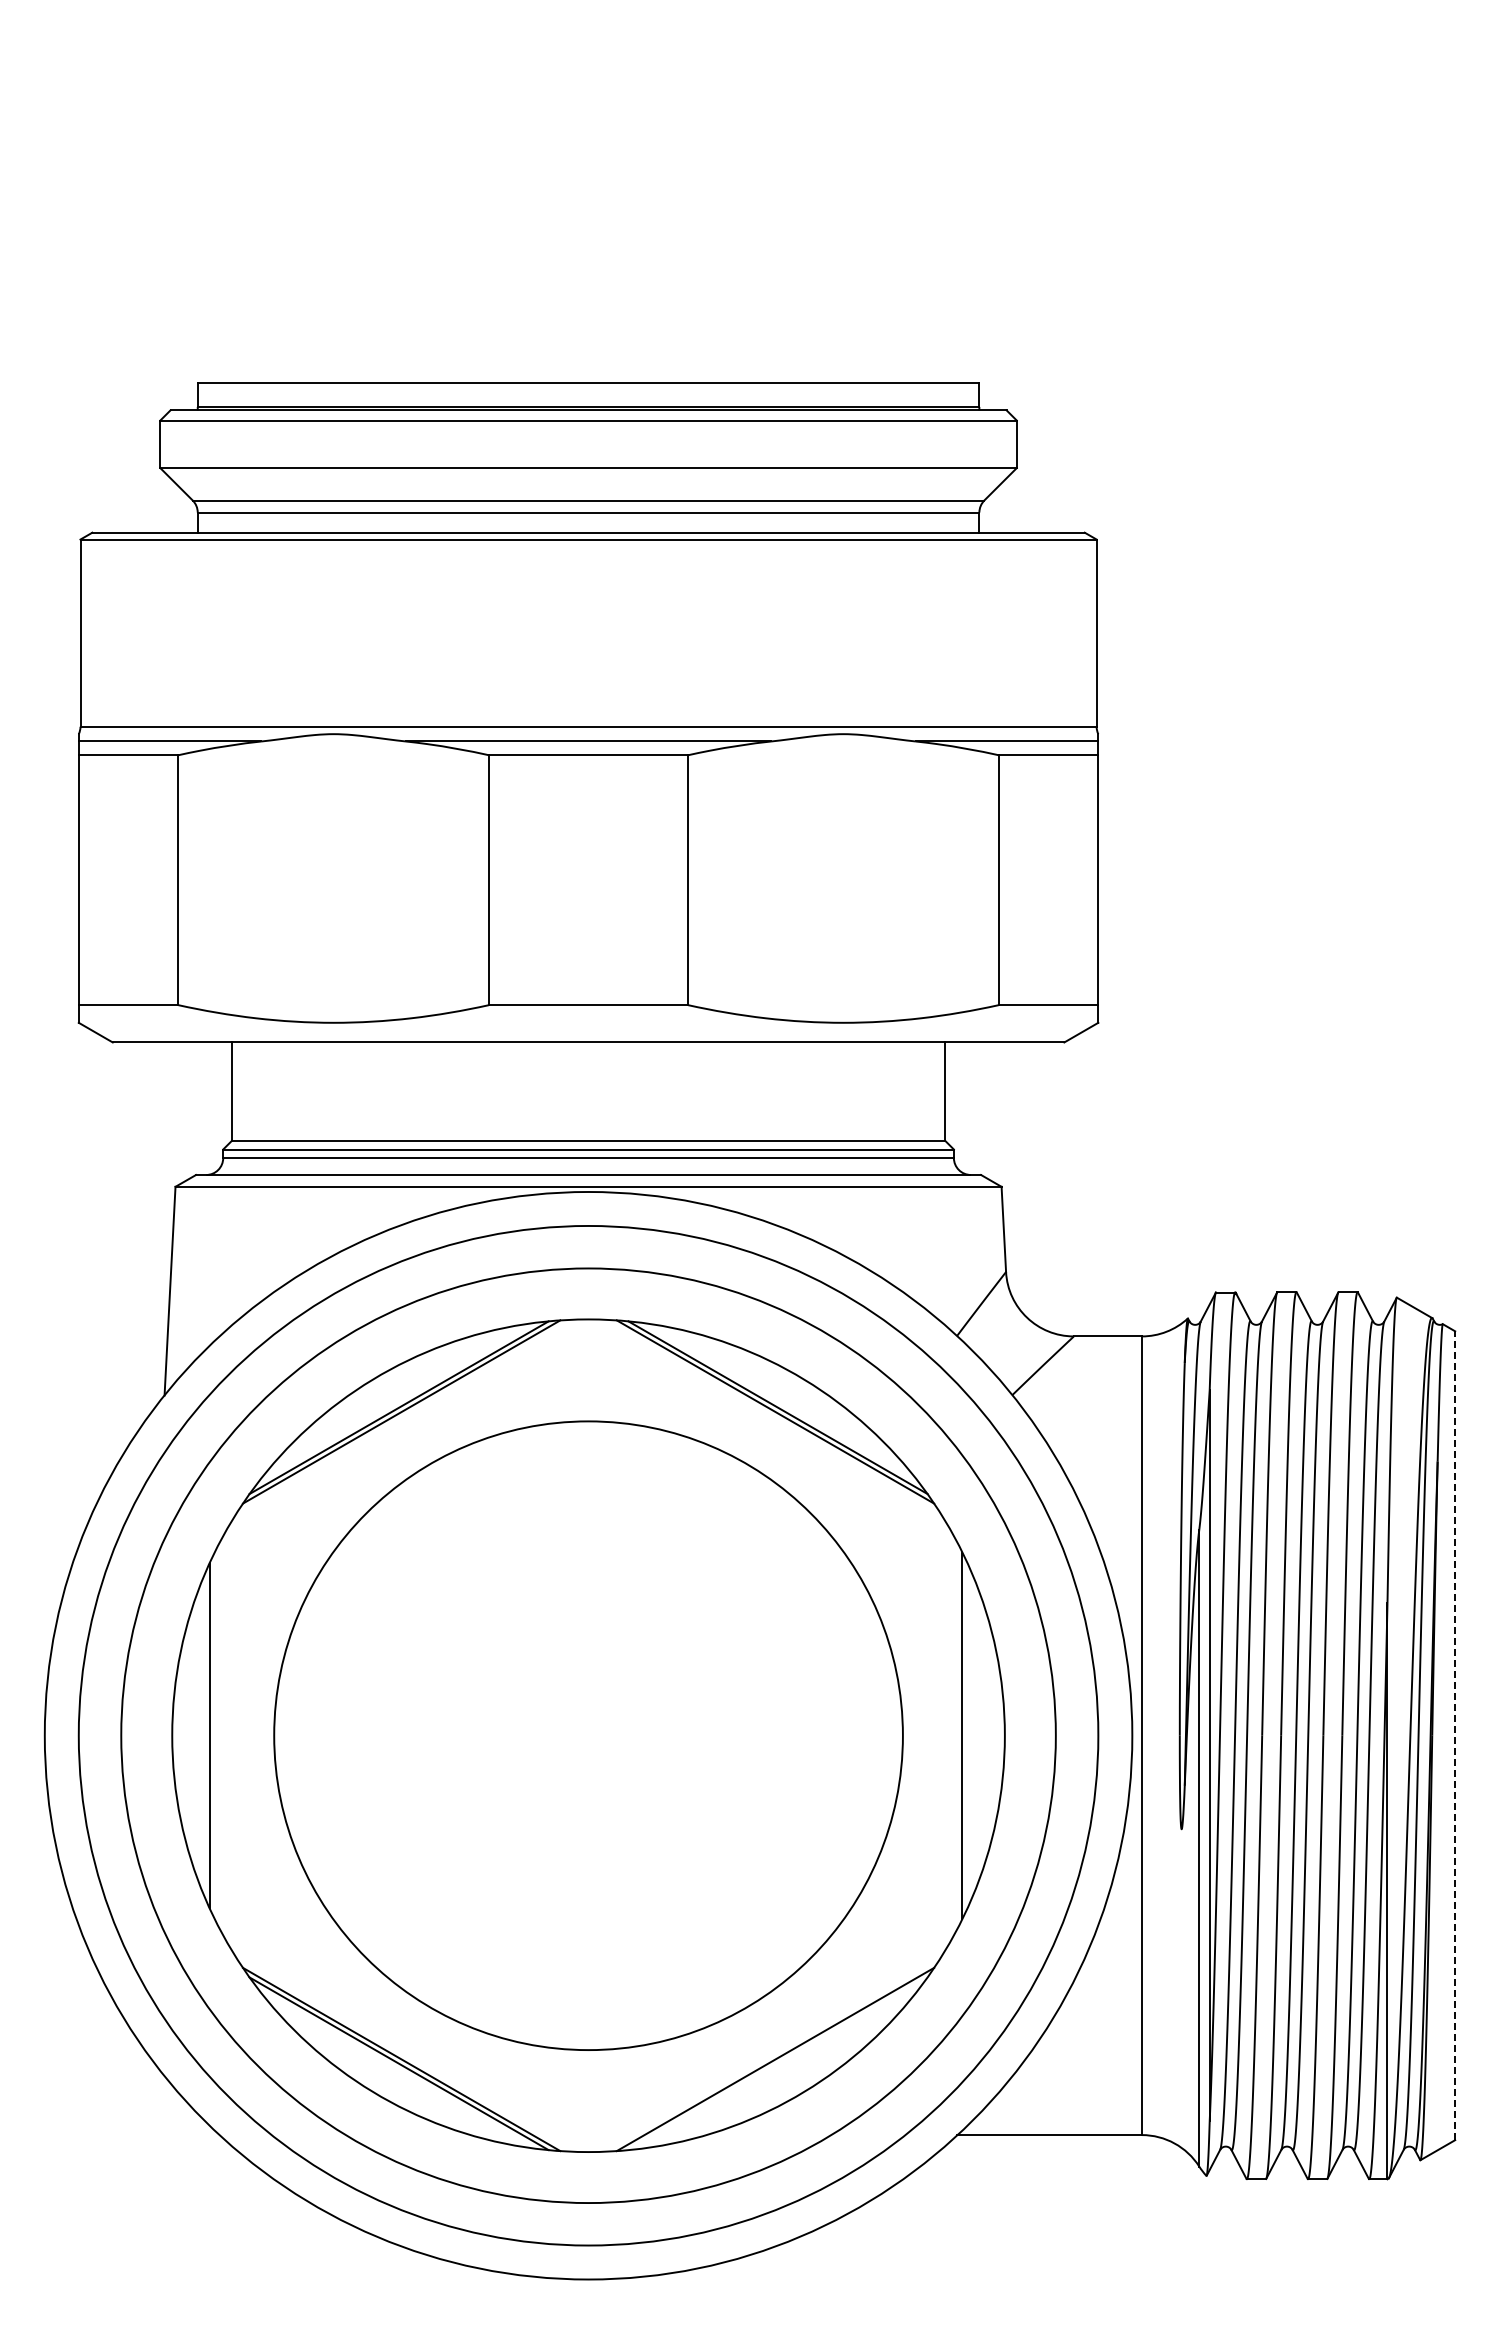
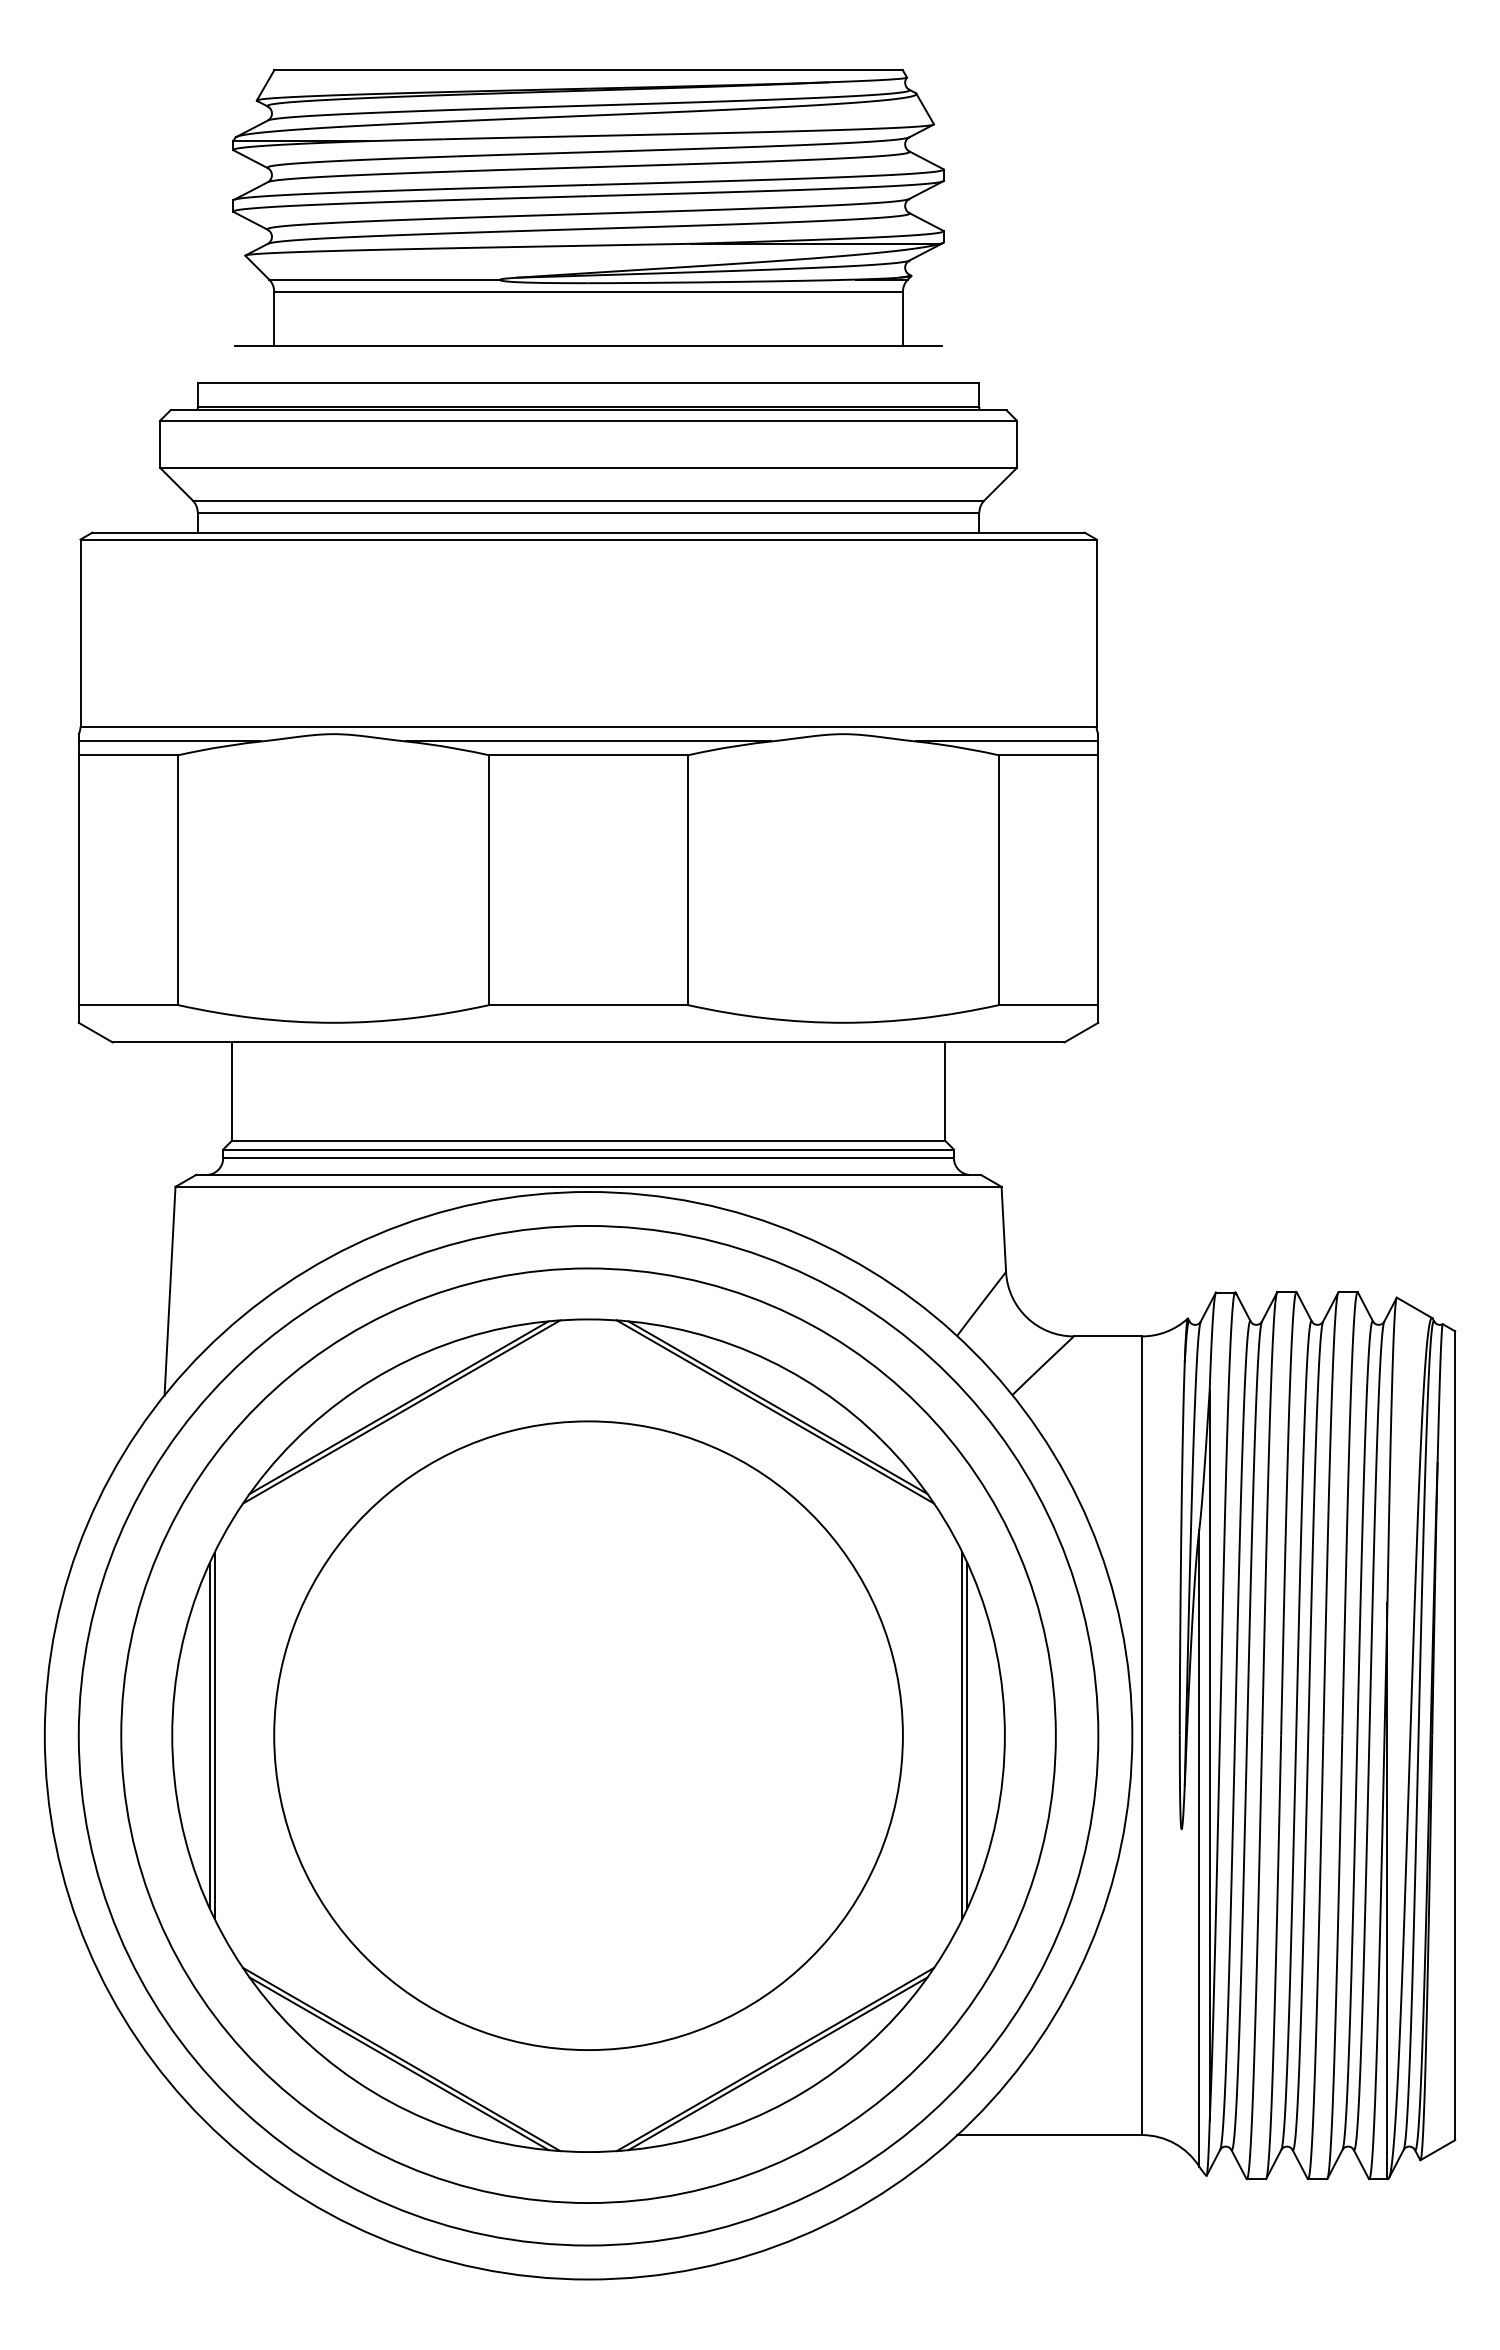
part at (588, 207): none -> present
line at (214, 1735): none -> present
line at (967, 1735): none -> present
line at (1455, 1735): dashed -> solid
line at (777, 2063): none -> present
